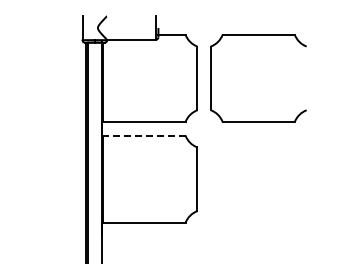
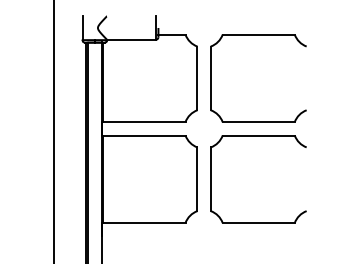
line at (54, 131): none -> present
line at (143, 135): dashed -> solid
part at (258, 136): none -> present
